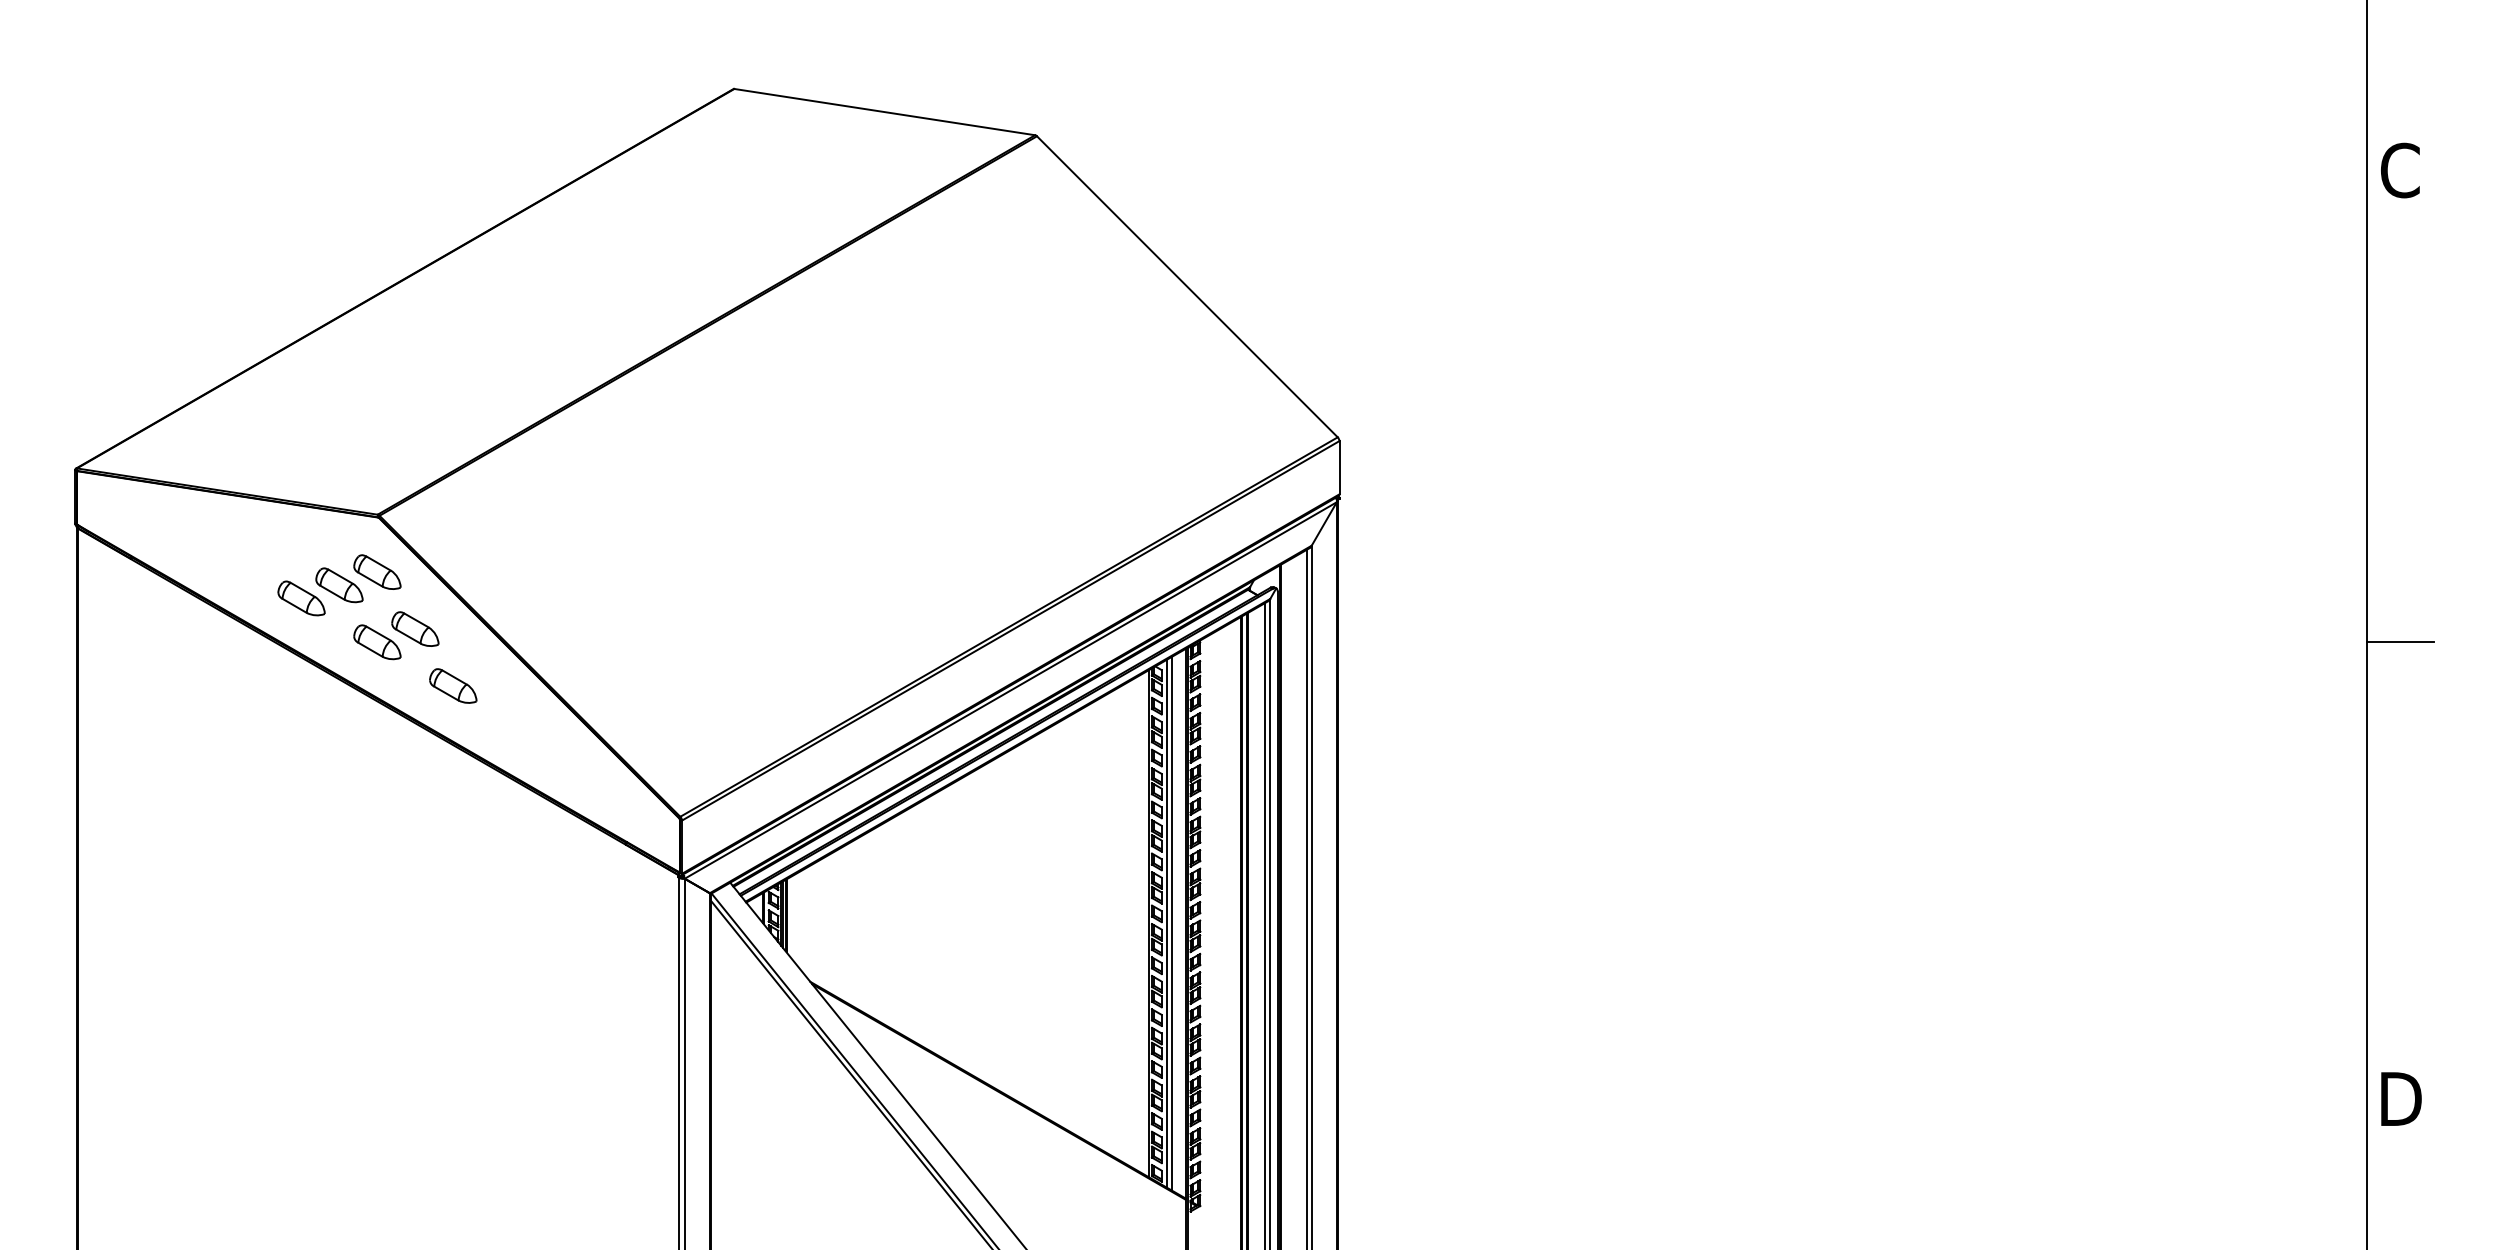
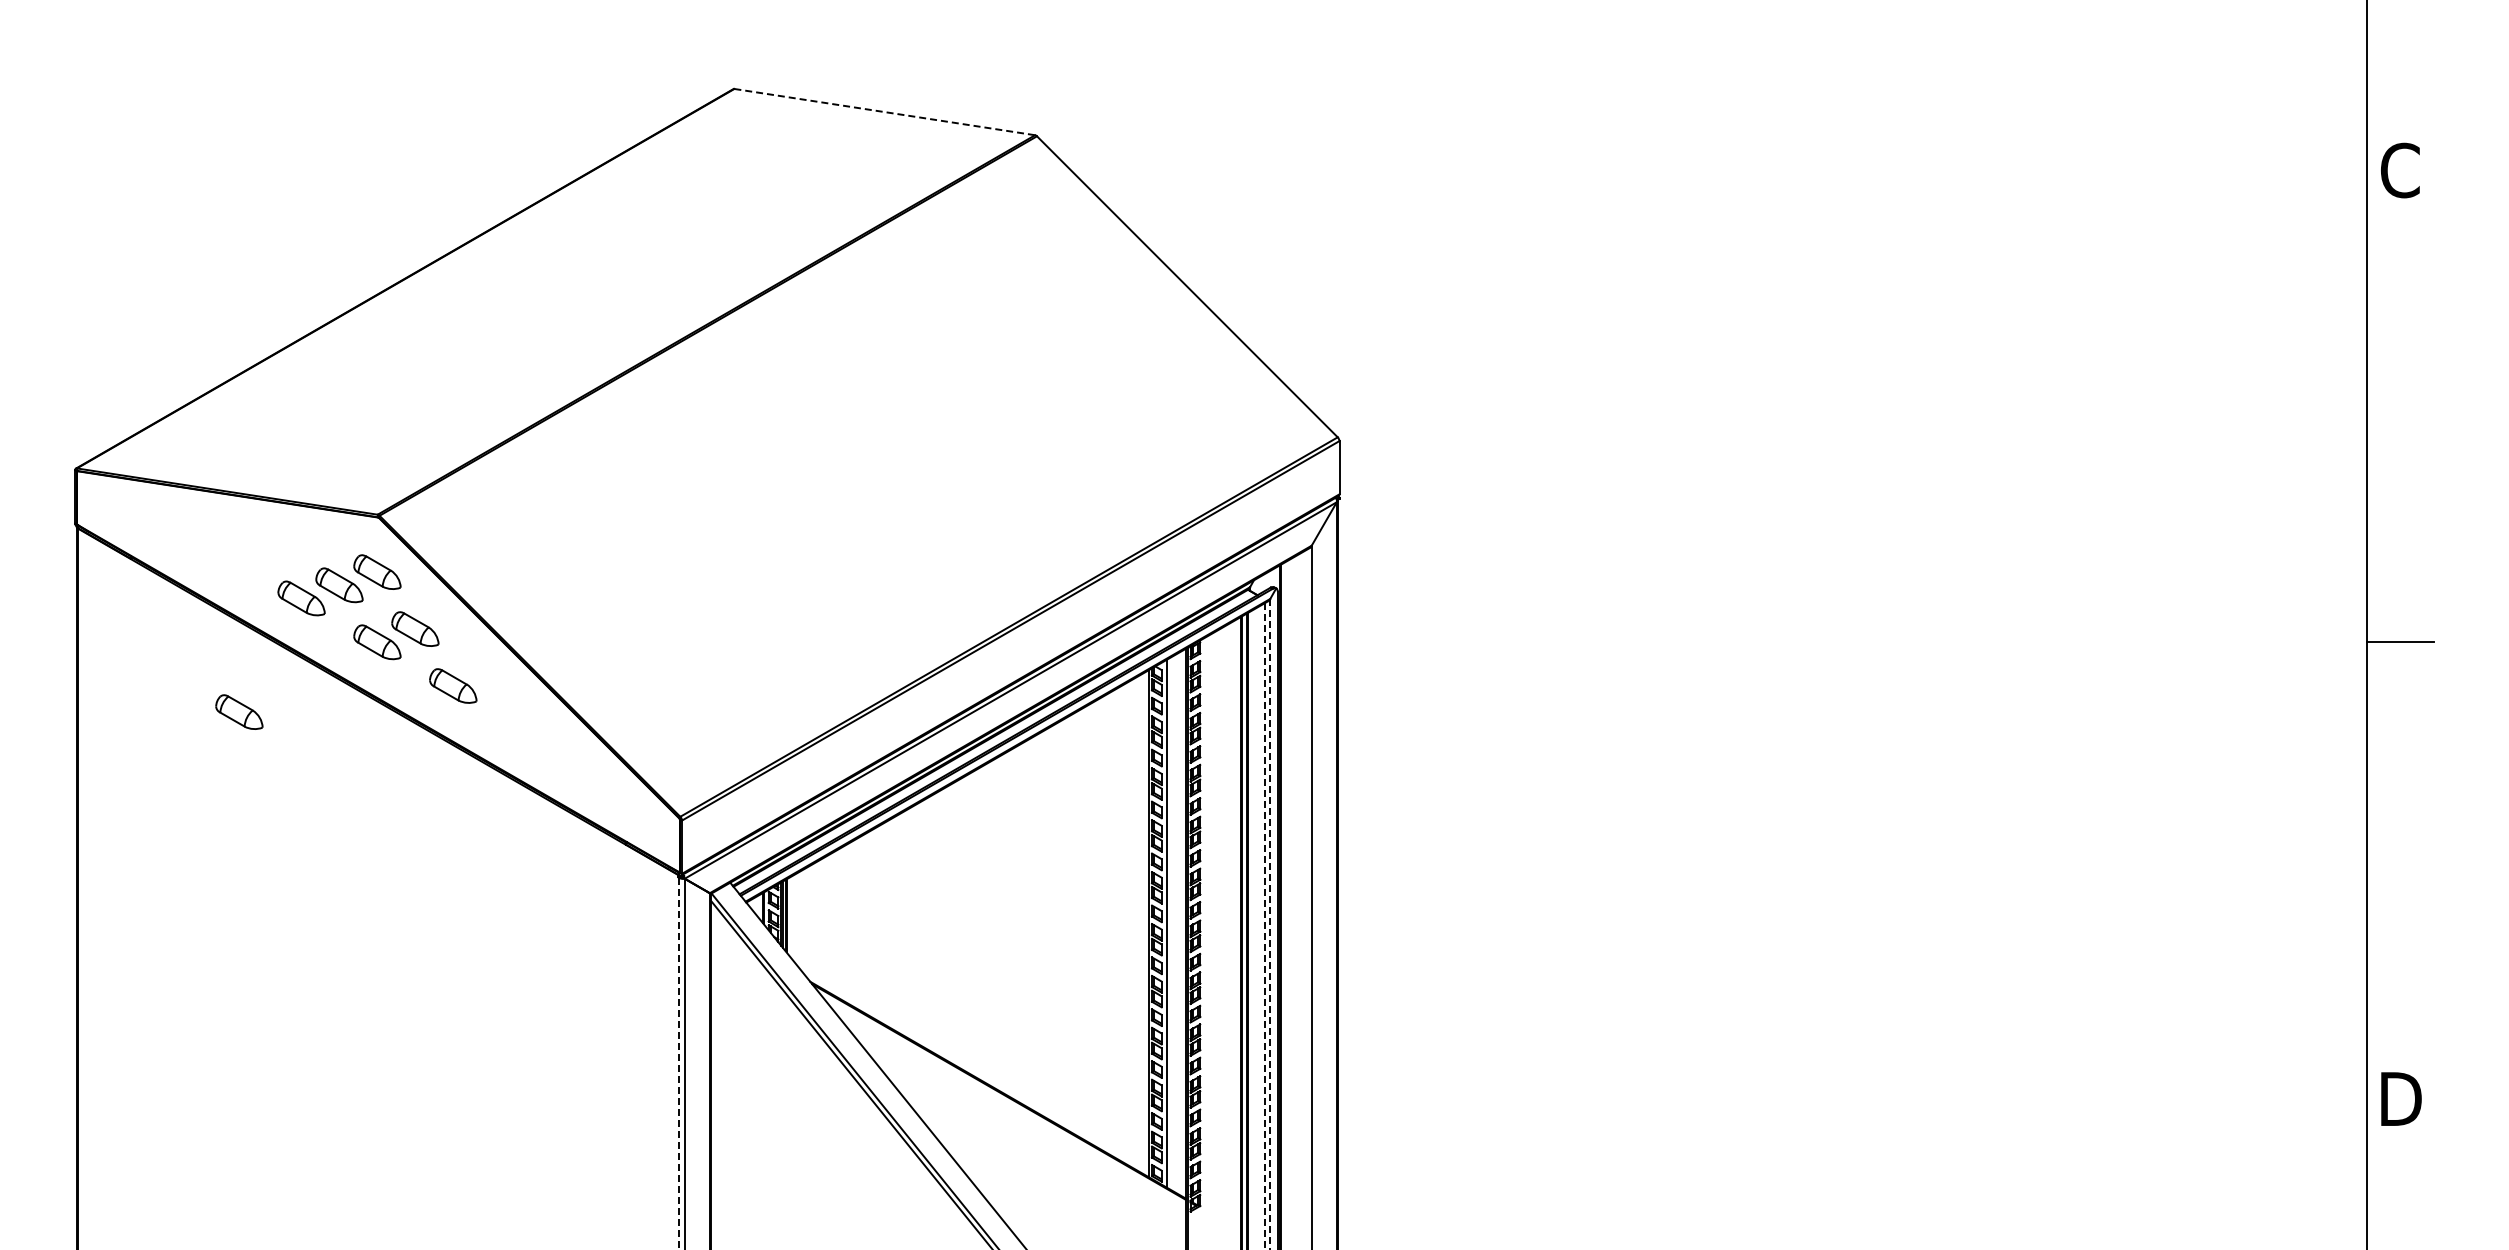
line at (885, 112): solid -> dashed
part at (239, 711): none -> present
line at (1306, 897): present -> none
line at (1172, 923): present -> none
line at (1270, 924): solid -> dashed
line at (1264, 926): solid -> dashed
line at (679, 1064): solid -> dashed
